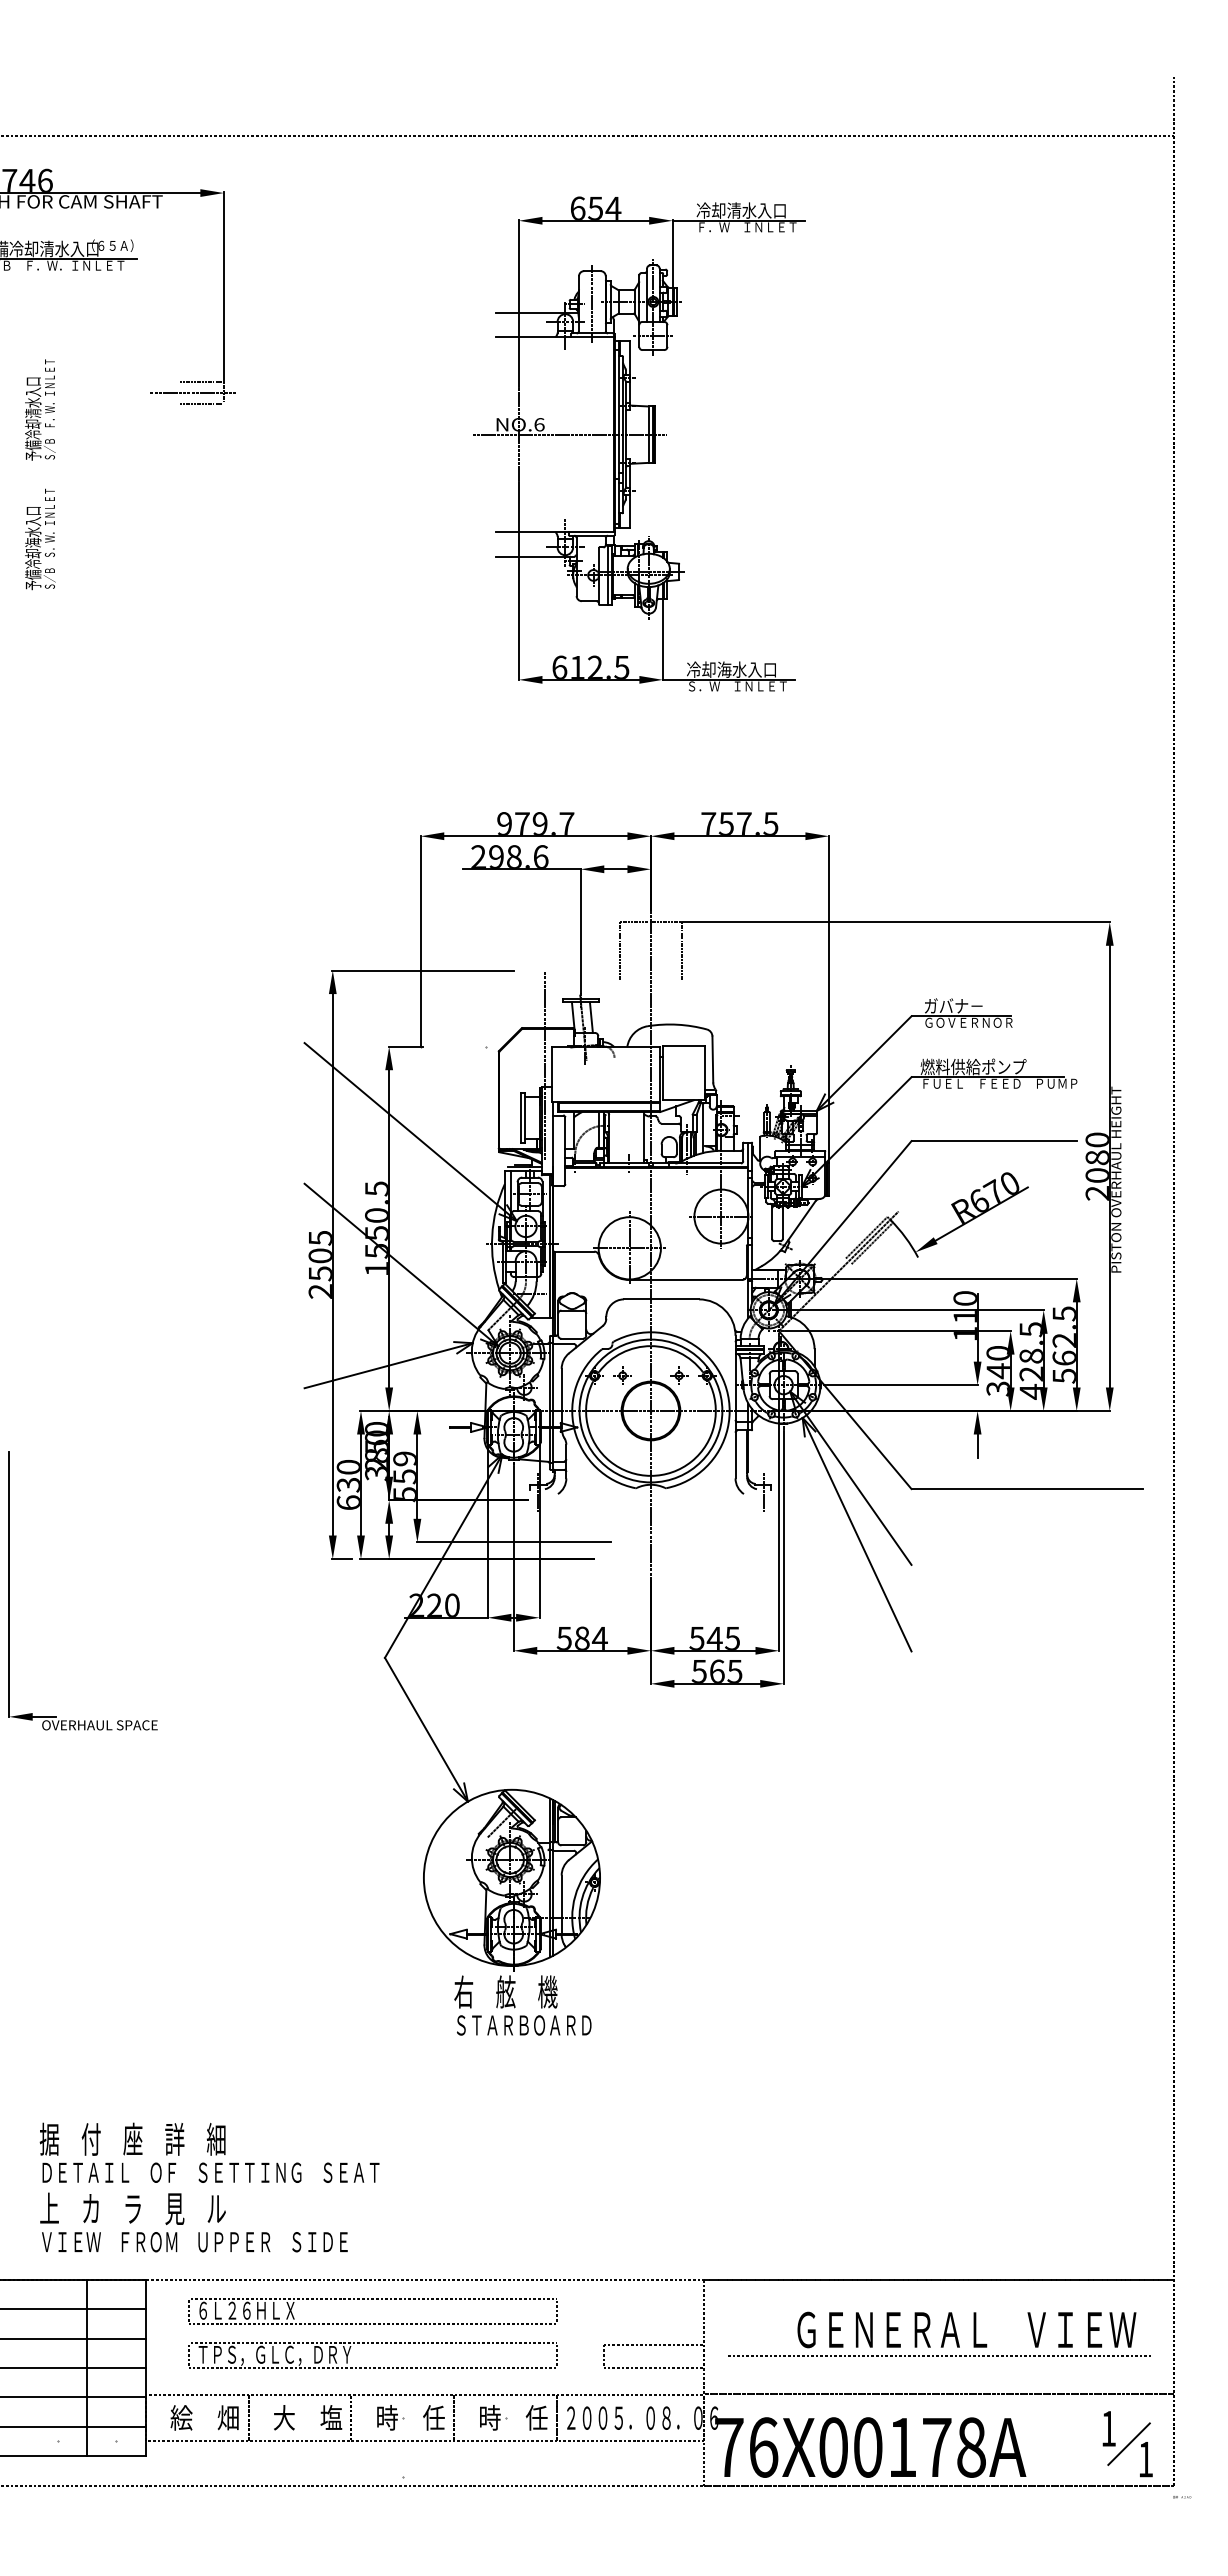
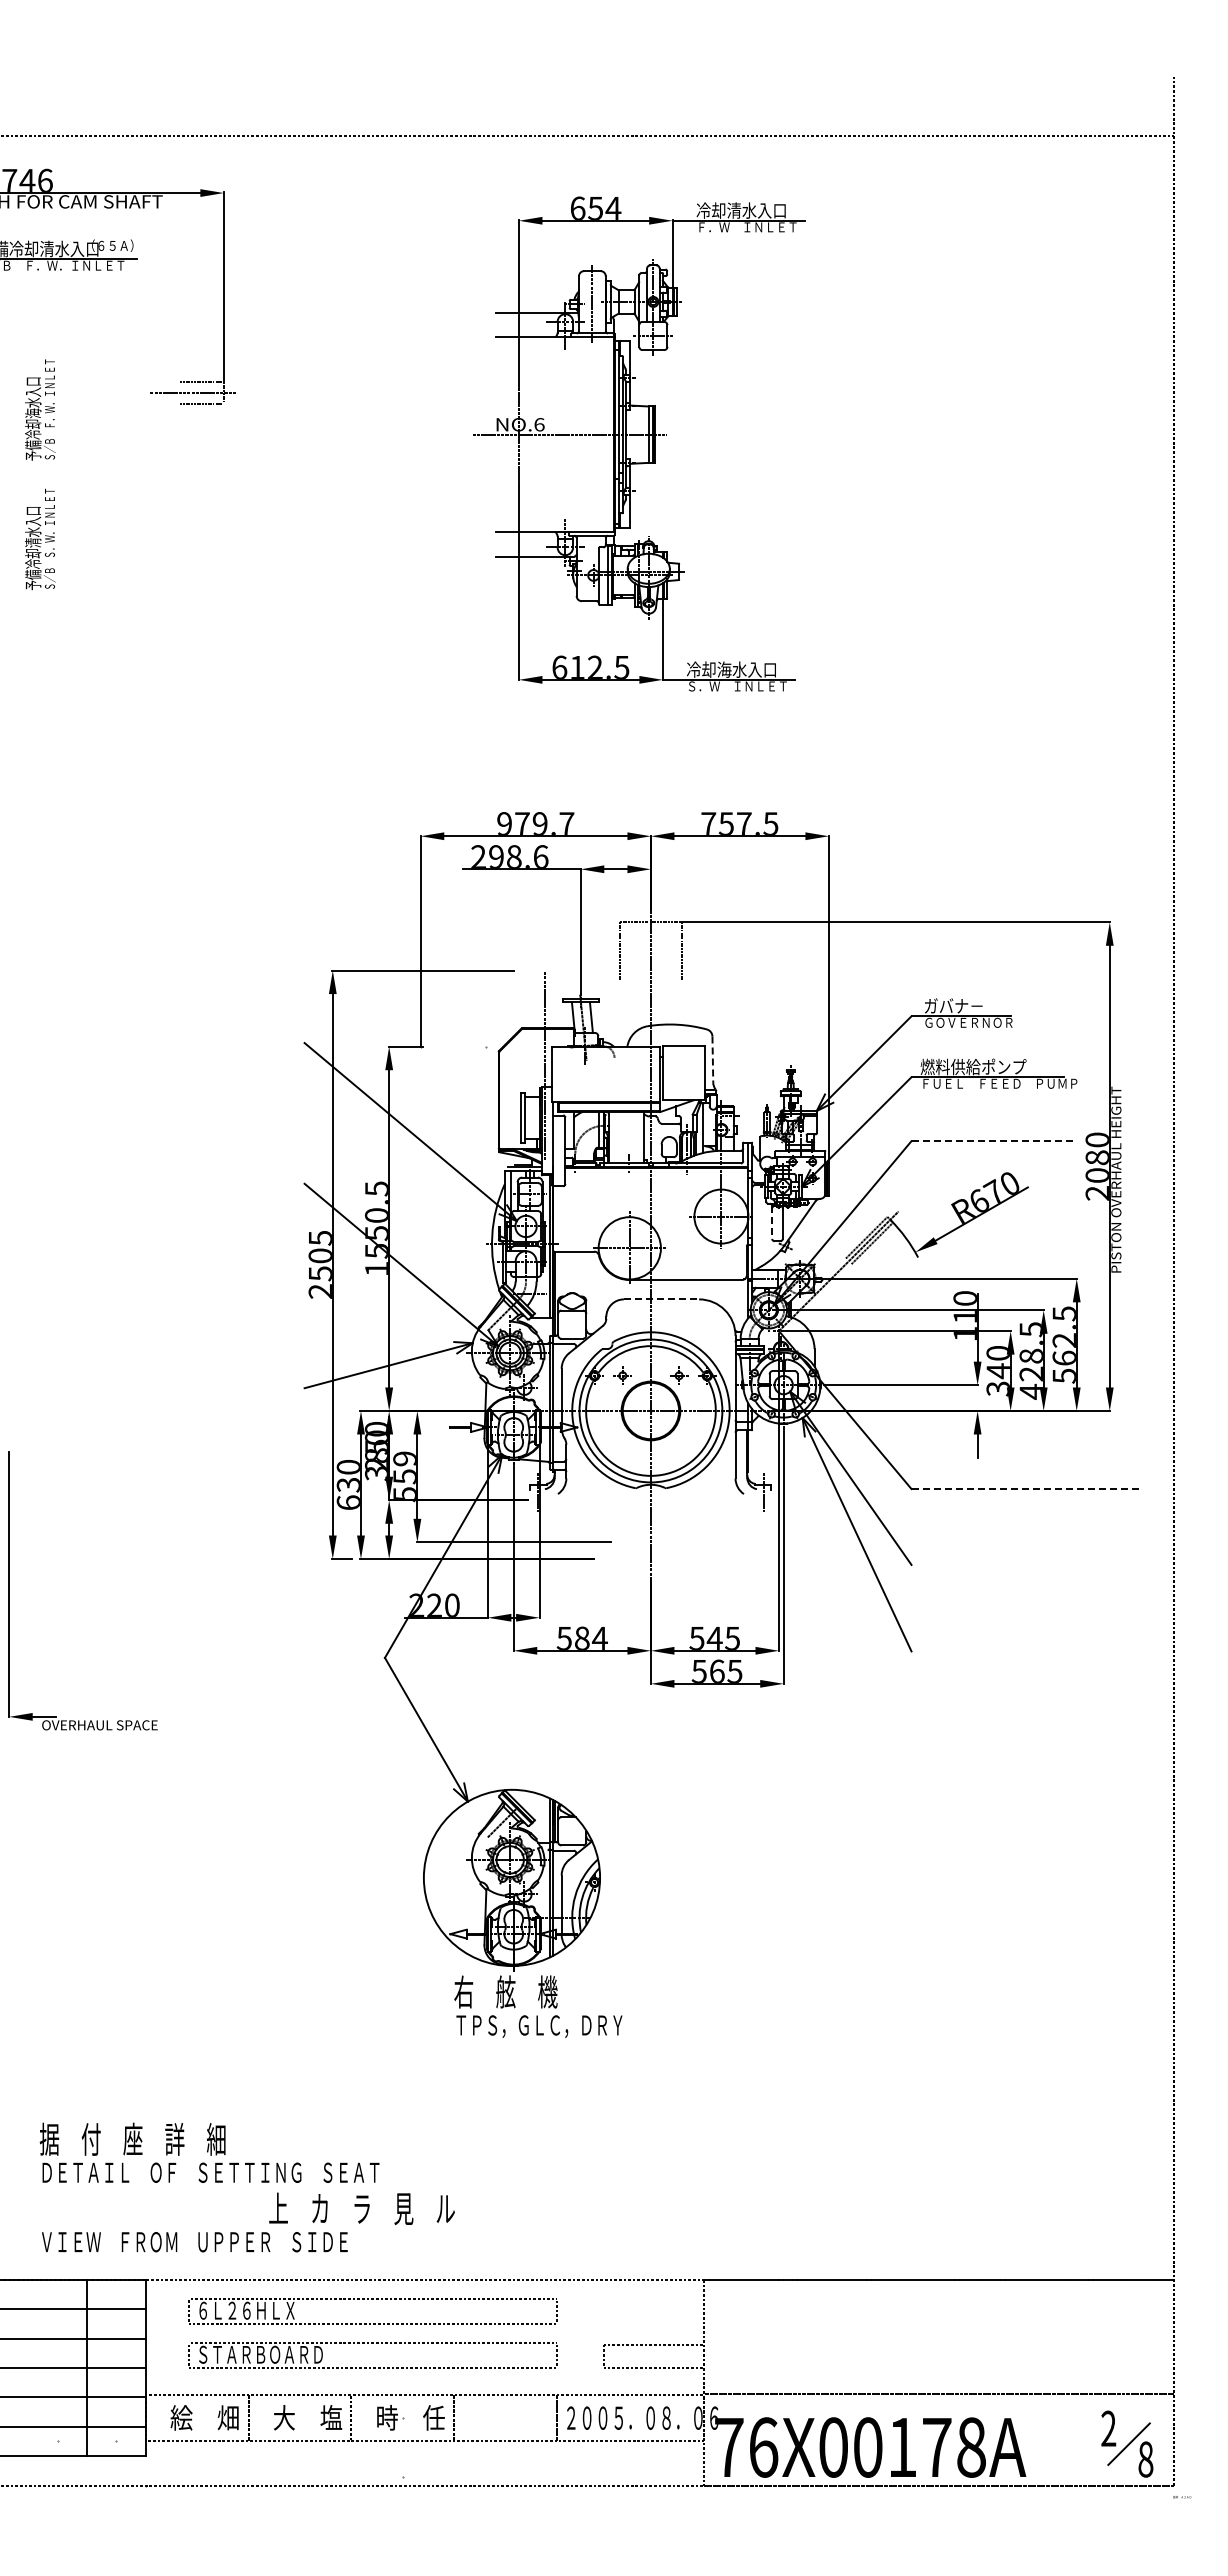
text at (33, 412): 予備冷却清水入口 -> 予備冷却海水入口
text at (33, 541): 予備冷却海水入口 -> 予備冷却清水入口
line at (712, 1060): solid -> dashed
line at (994, 1141): solid -> dashed
line at (772, 1222): solid -> dashed
line at (661, 1299): solid -> dashed
line at (1027, 1489): solid -> dashed
text at (539, 2026): ＳＴＡＲＢＯＡＲＤ -> ＴＰＳ，ＧＬＣ，ＤＲＹ
text at (132, 2208) position: (132, 2208) -> (361, 2208)
part at (939, 2333): present -> none
text at (274, 2355): ＴＰＳ，ＧＬＣ，ＤＲＹ -> ＳＴＡＲＢＯＡＲＤ
part at (507, 2418): present -> none
text at (1108, 2428): 1 -> 2
text at (1145, 2459): 1 -> 8
